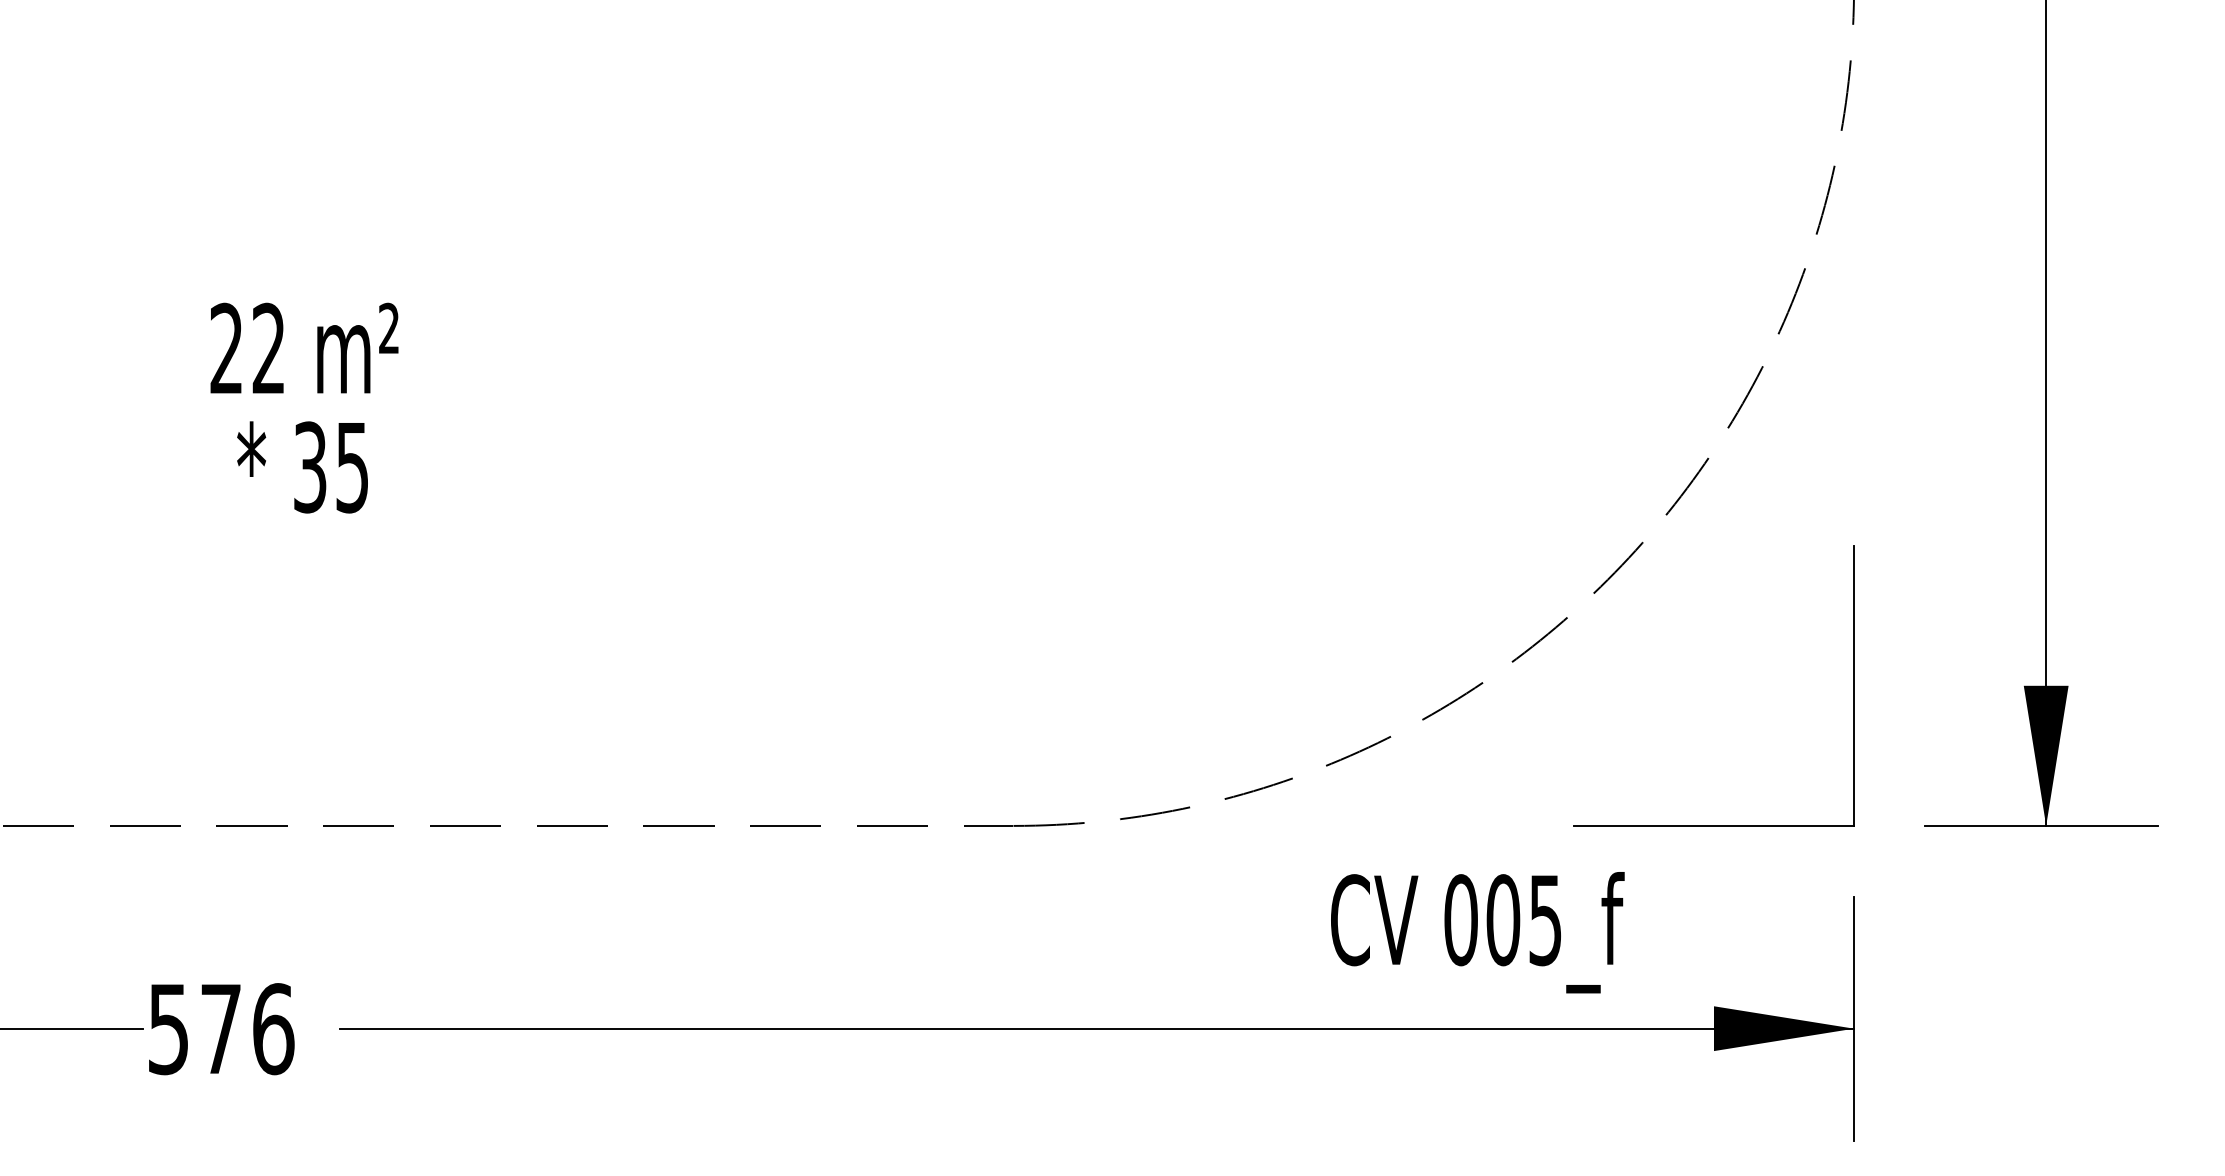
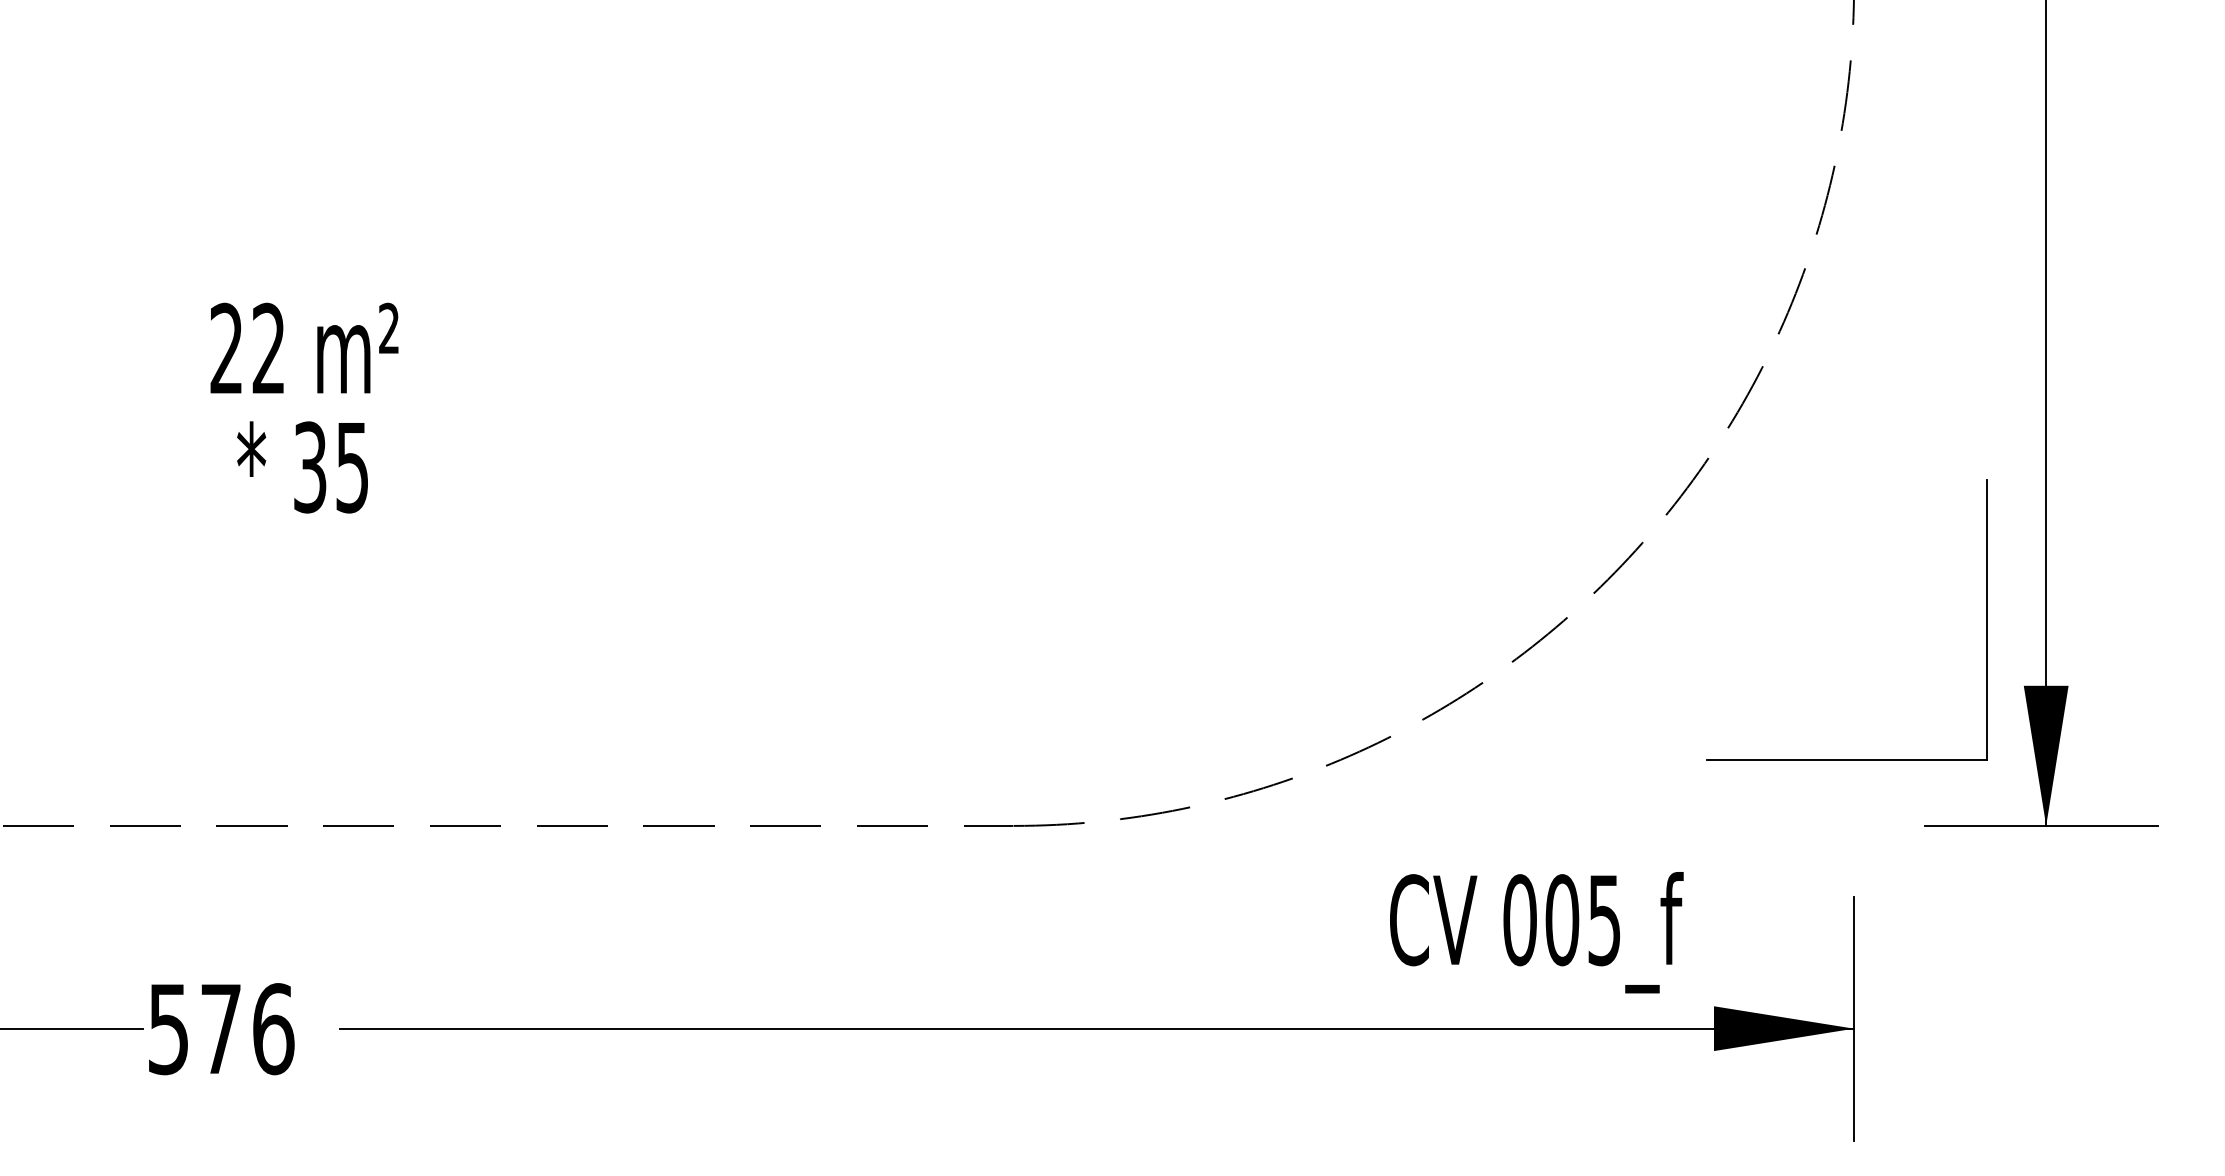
part at (1853, 685) position: (1853, 685) -> (1986, 619)
text at (1477, 932) position: (1477, 932) -> (1536, 932)
